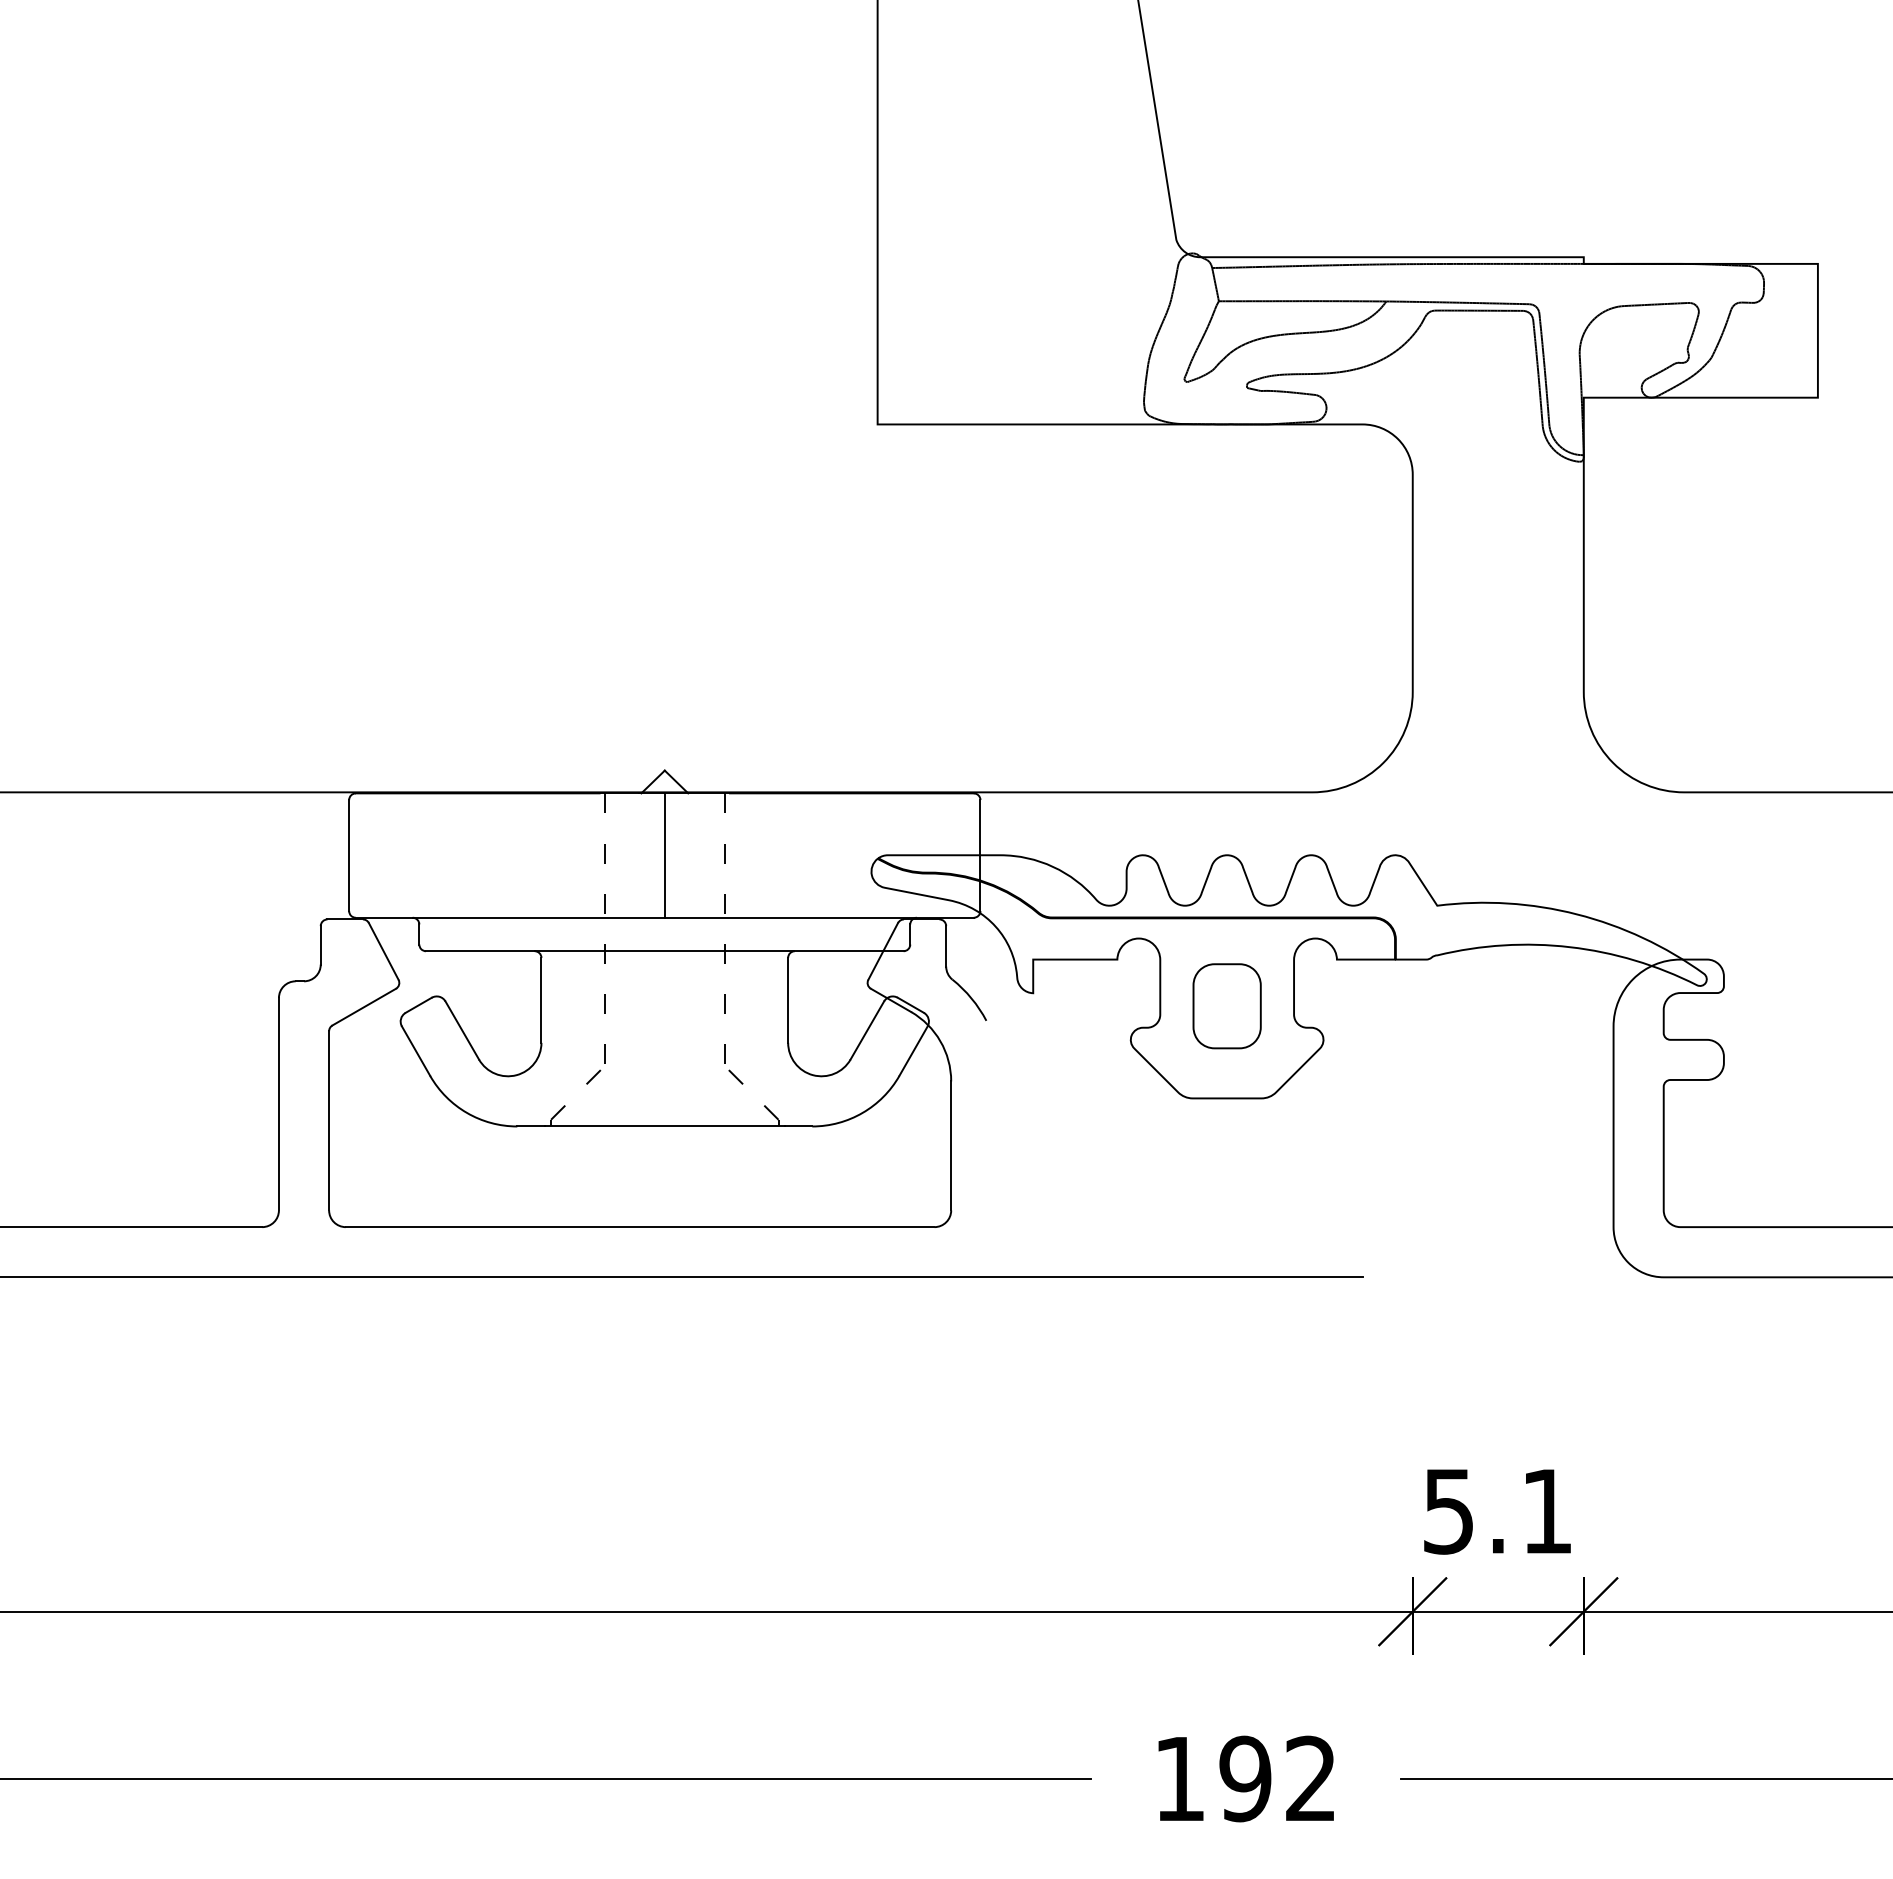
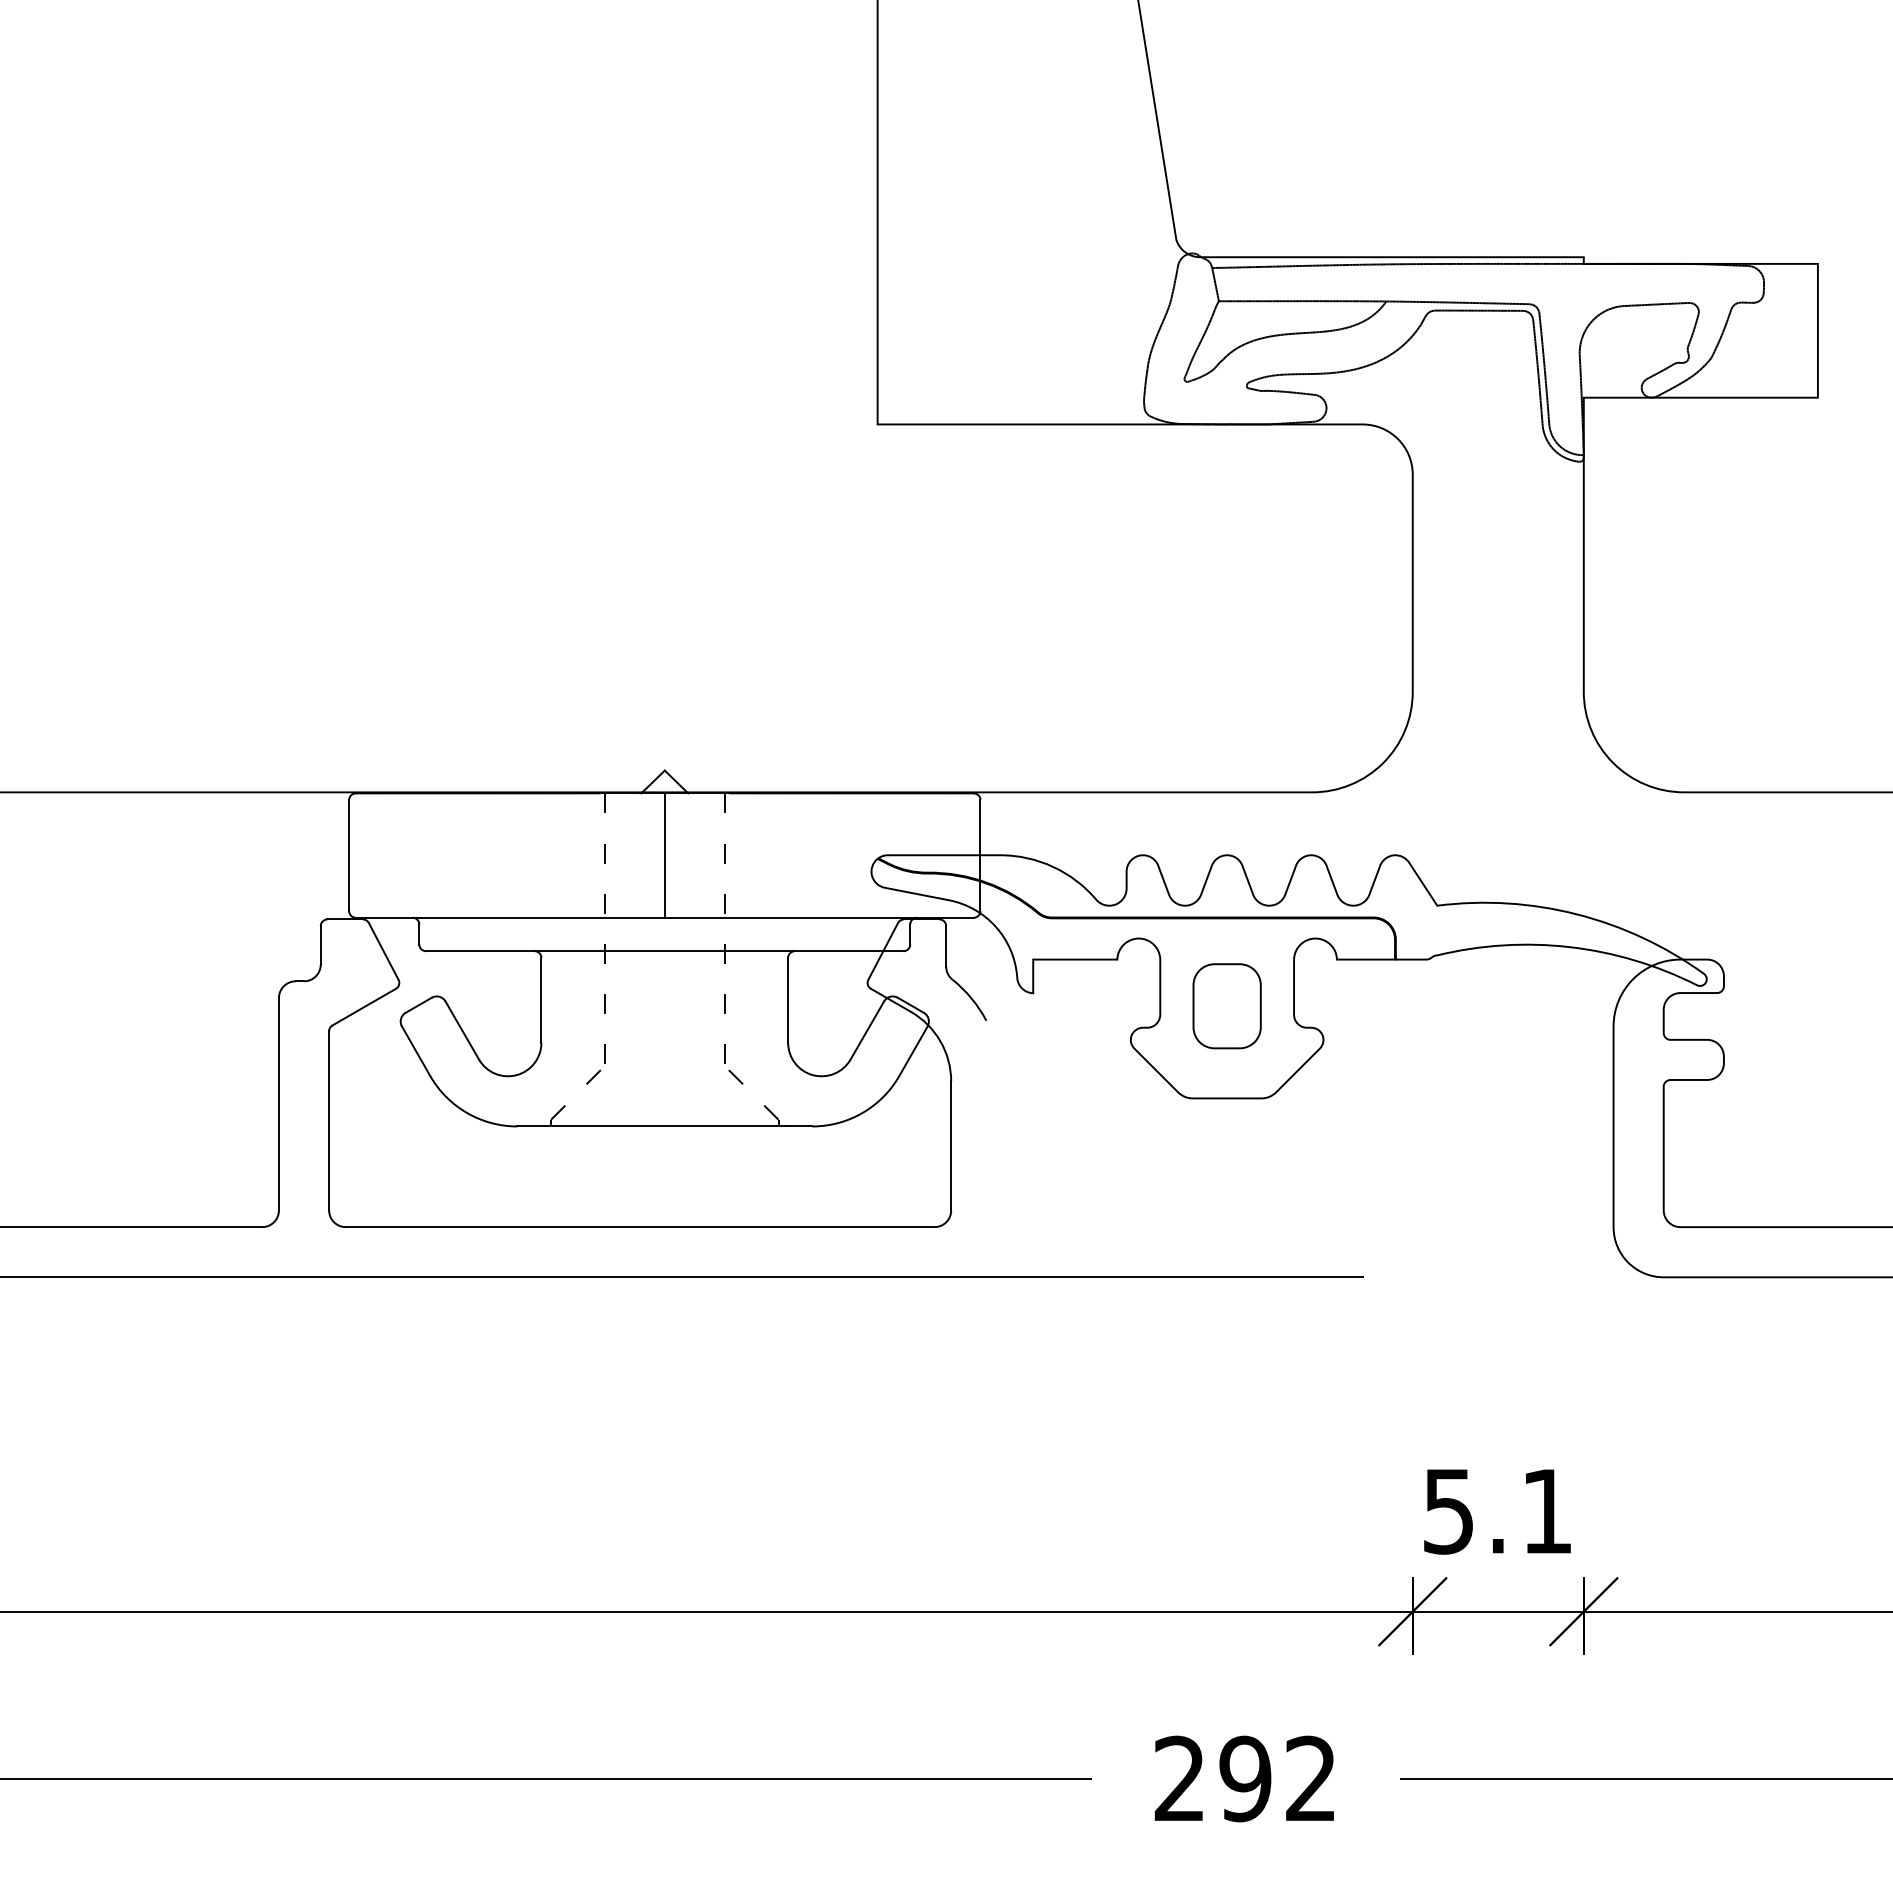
text at (1178, 1777): 192 -> 292
